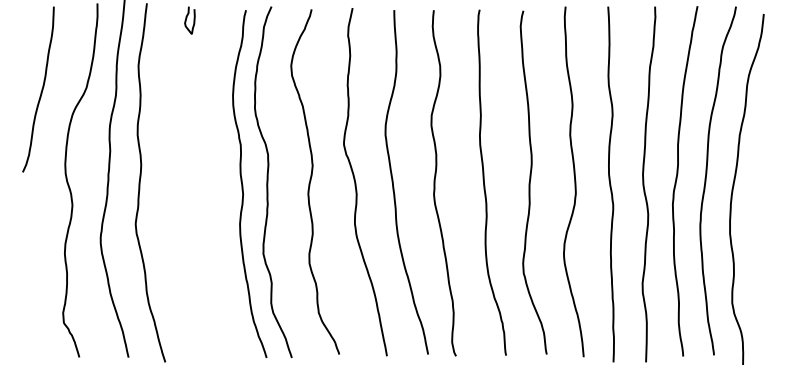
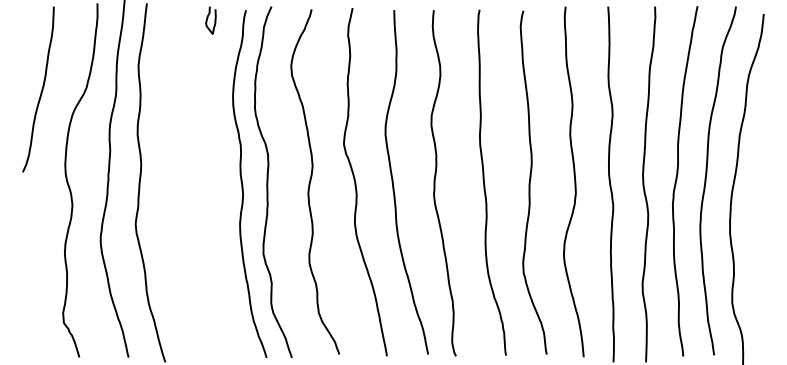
curve at (187, 18) position: (187, 18) -> (208, 18)
